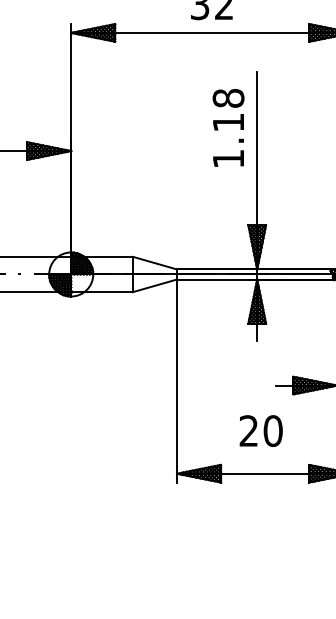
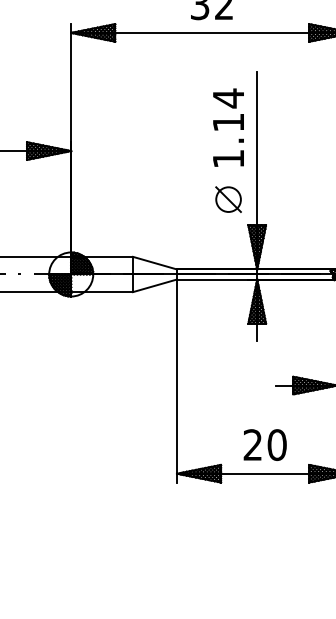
text at (228, 98): 1.18 -> 1.14
part at (228, 199): none -> present
text at (260, 430) position: (260, 430) -> (264, 444)
